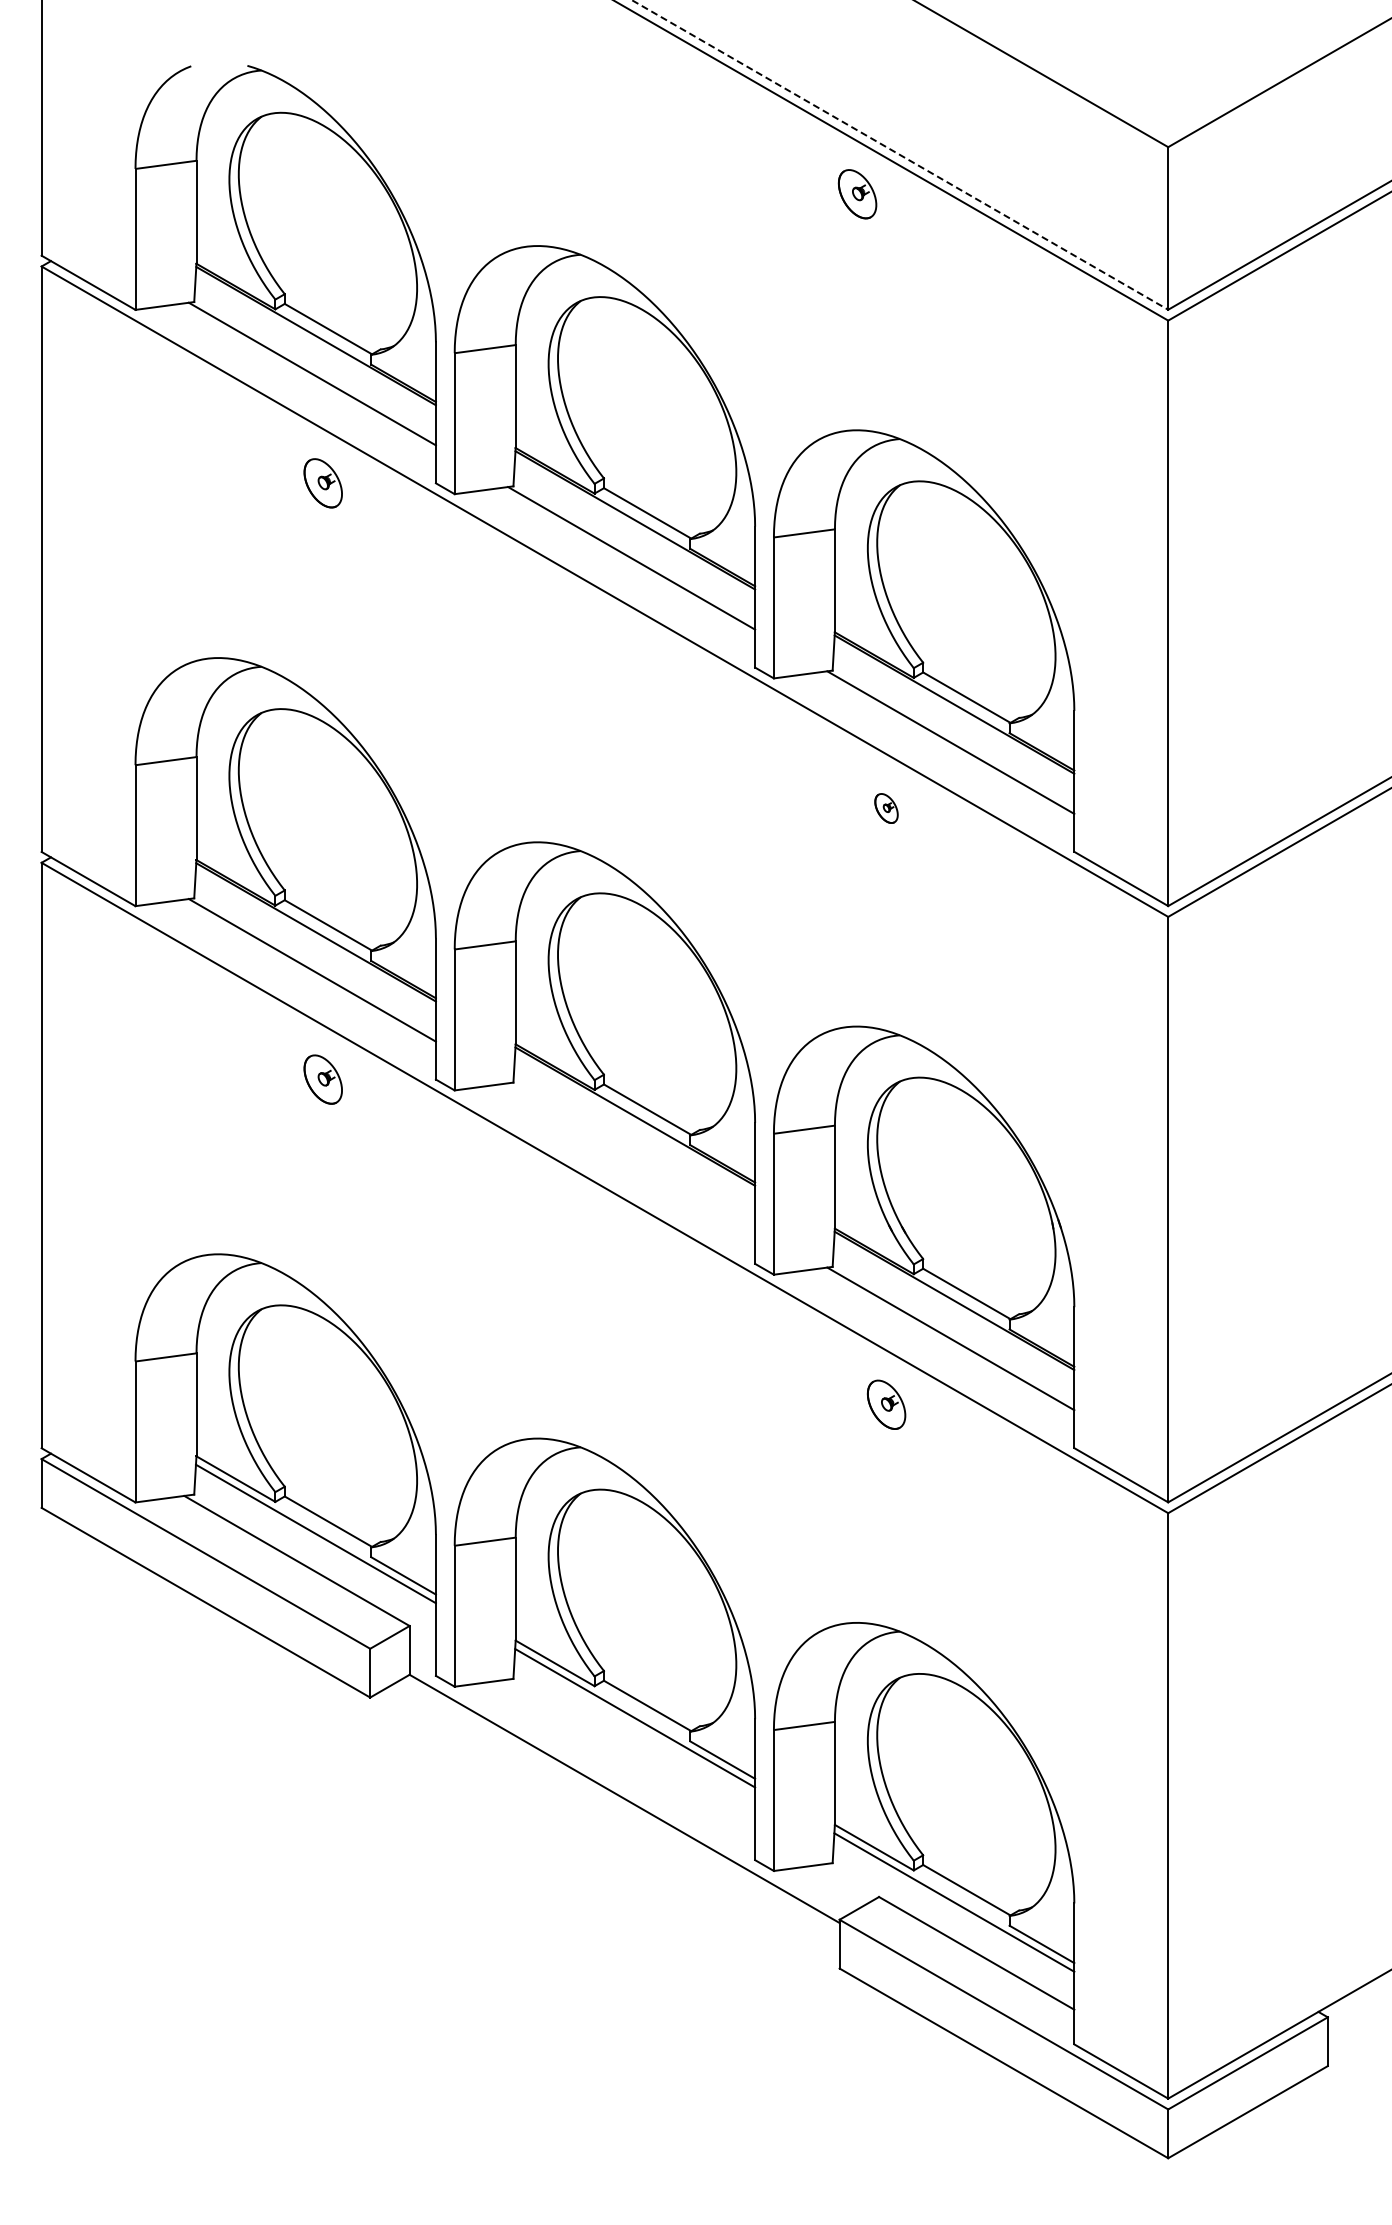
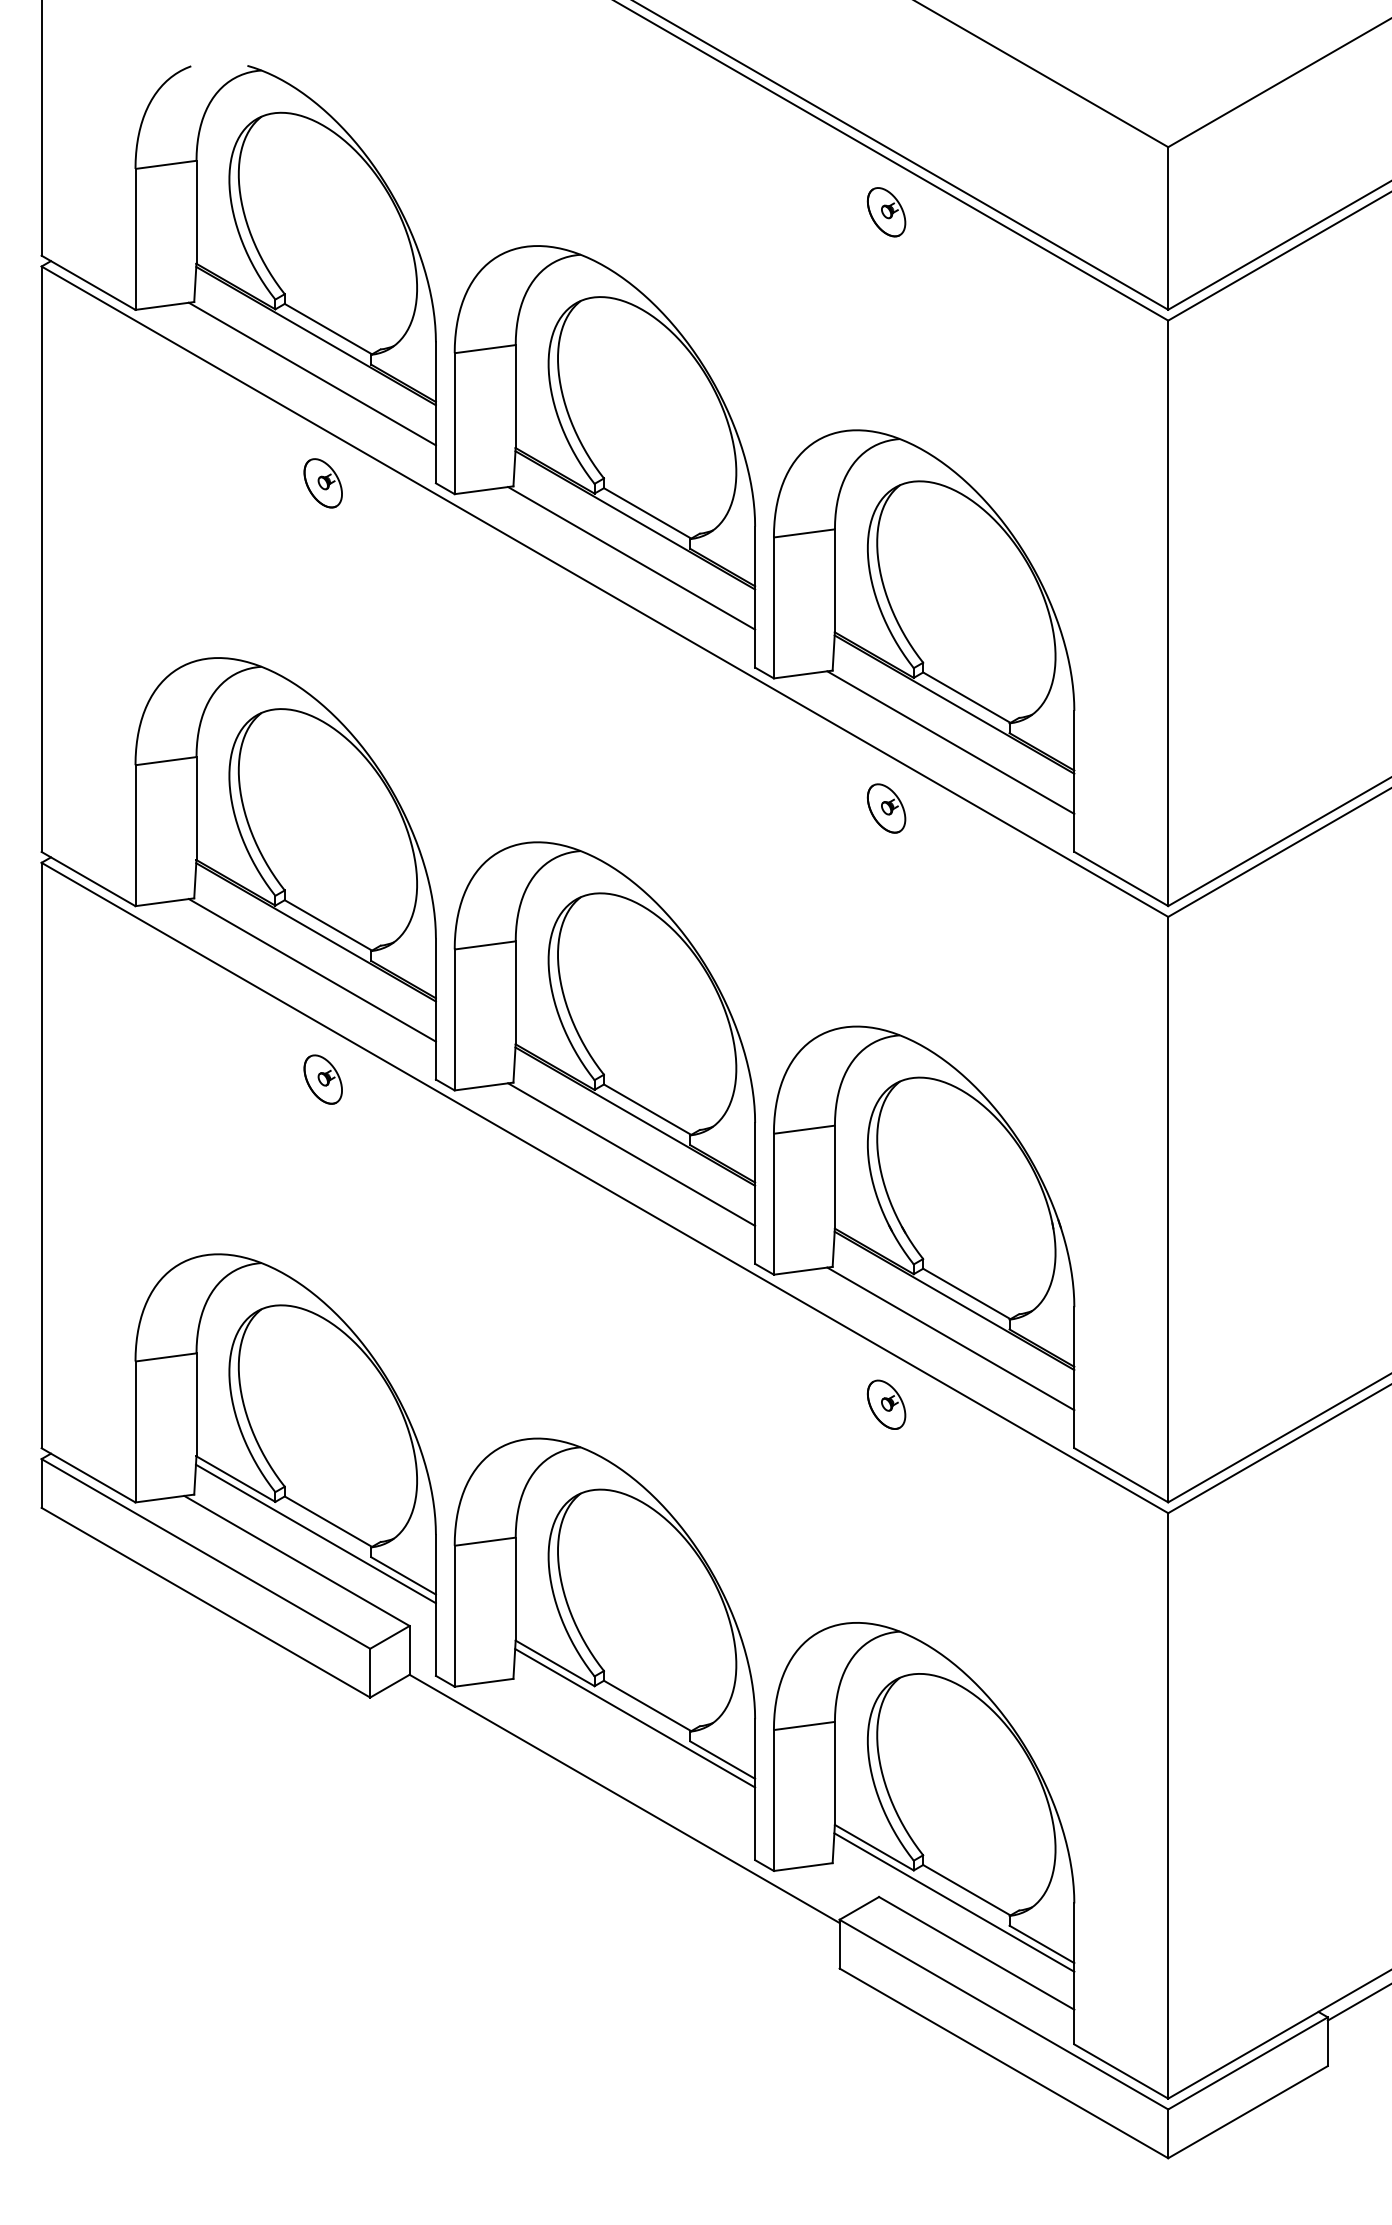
line at (900, 155): dashed -> solid
part at (857, 194) position: (857, 194) -> (886, 212)
part at (886, 808) size: 25x31 px -> 41x51 px
line at (631, 1154): none -> present
line at (1357, 2002): none -> present
